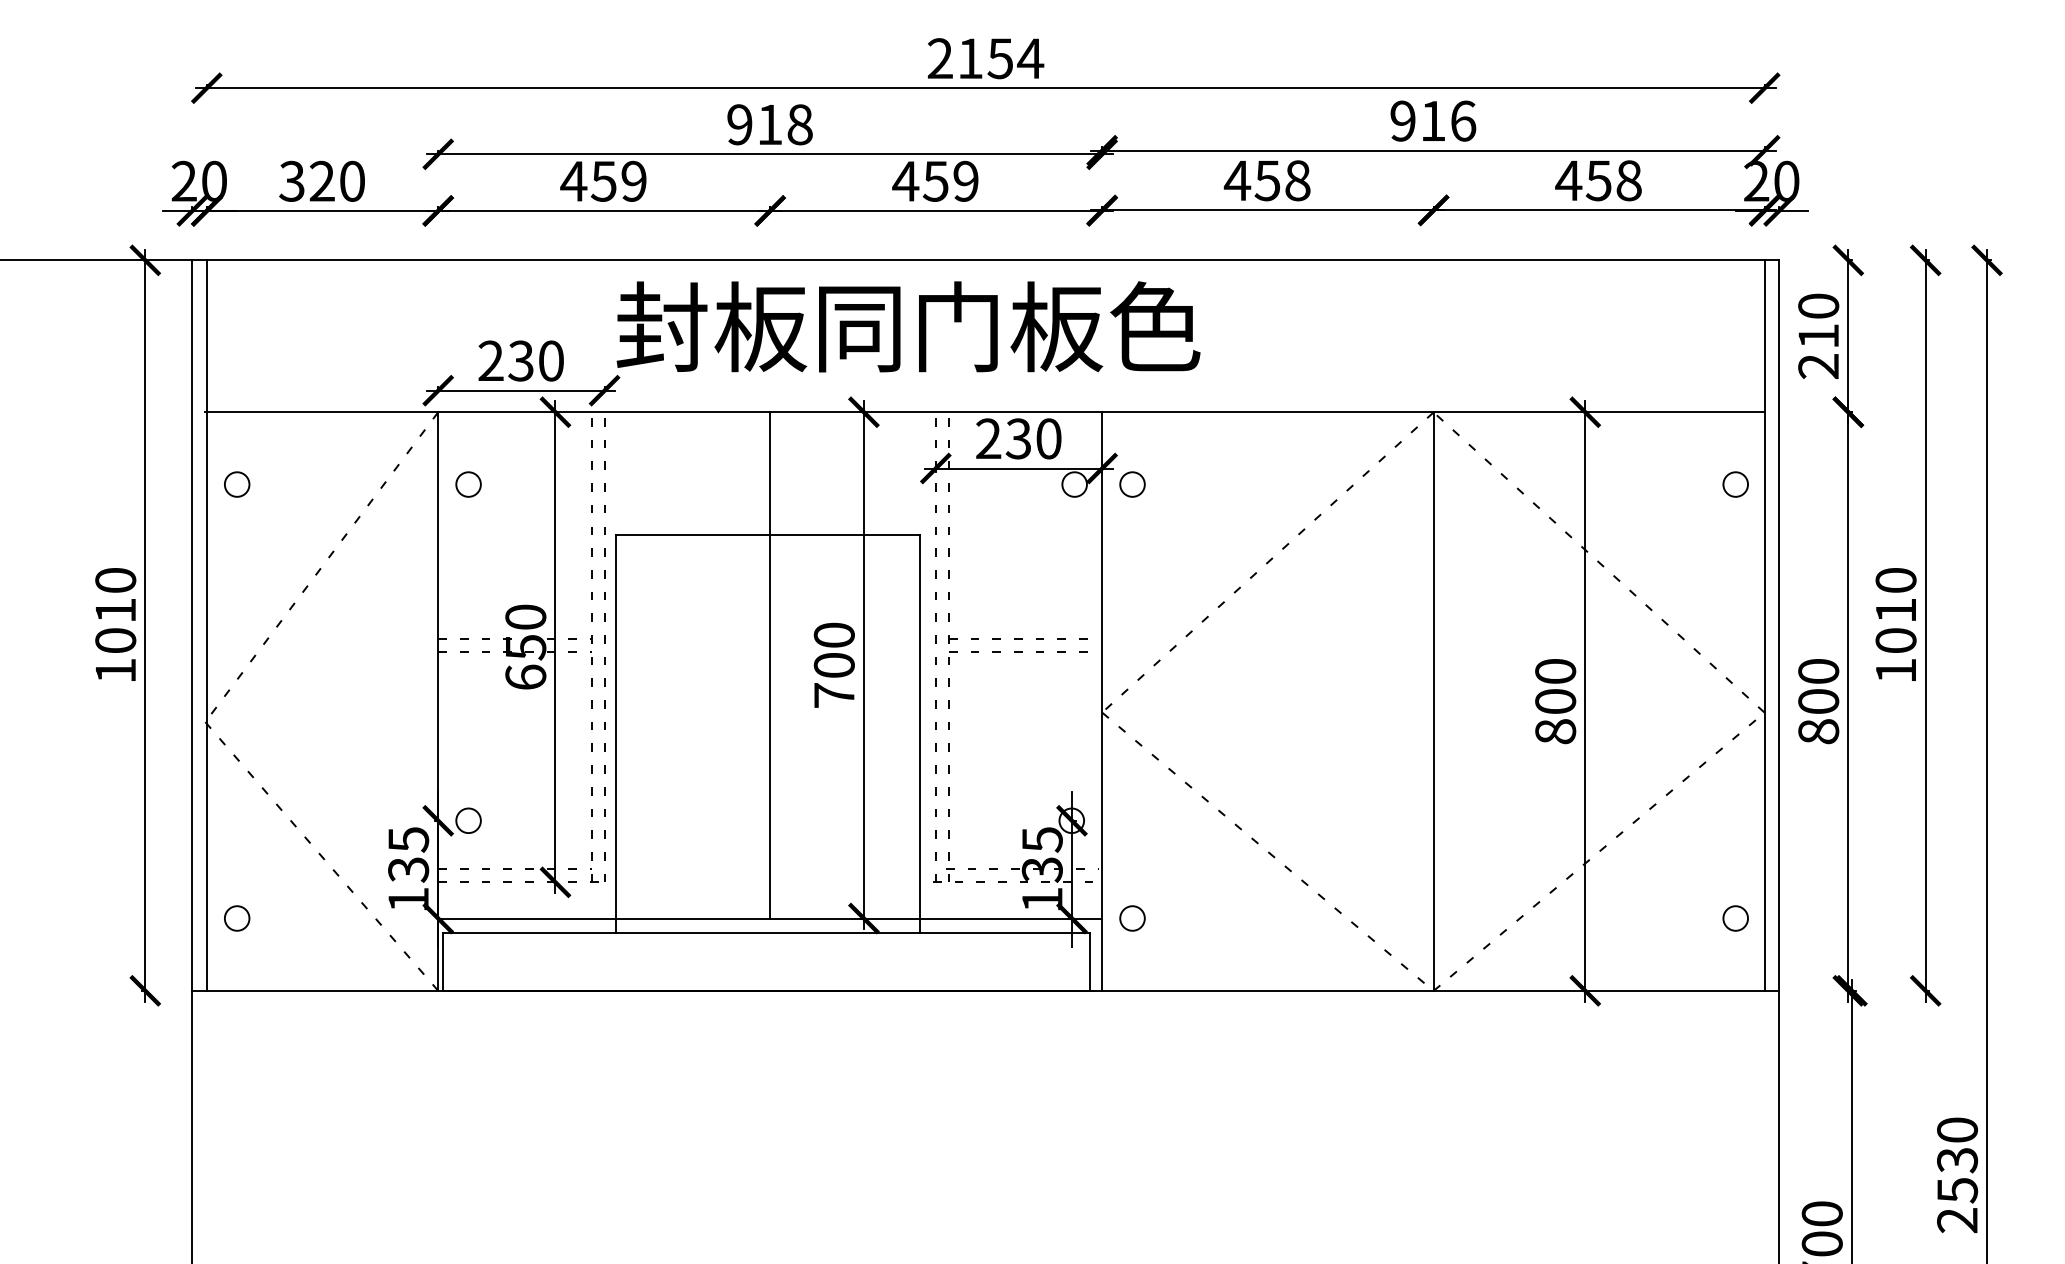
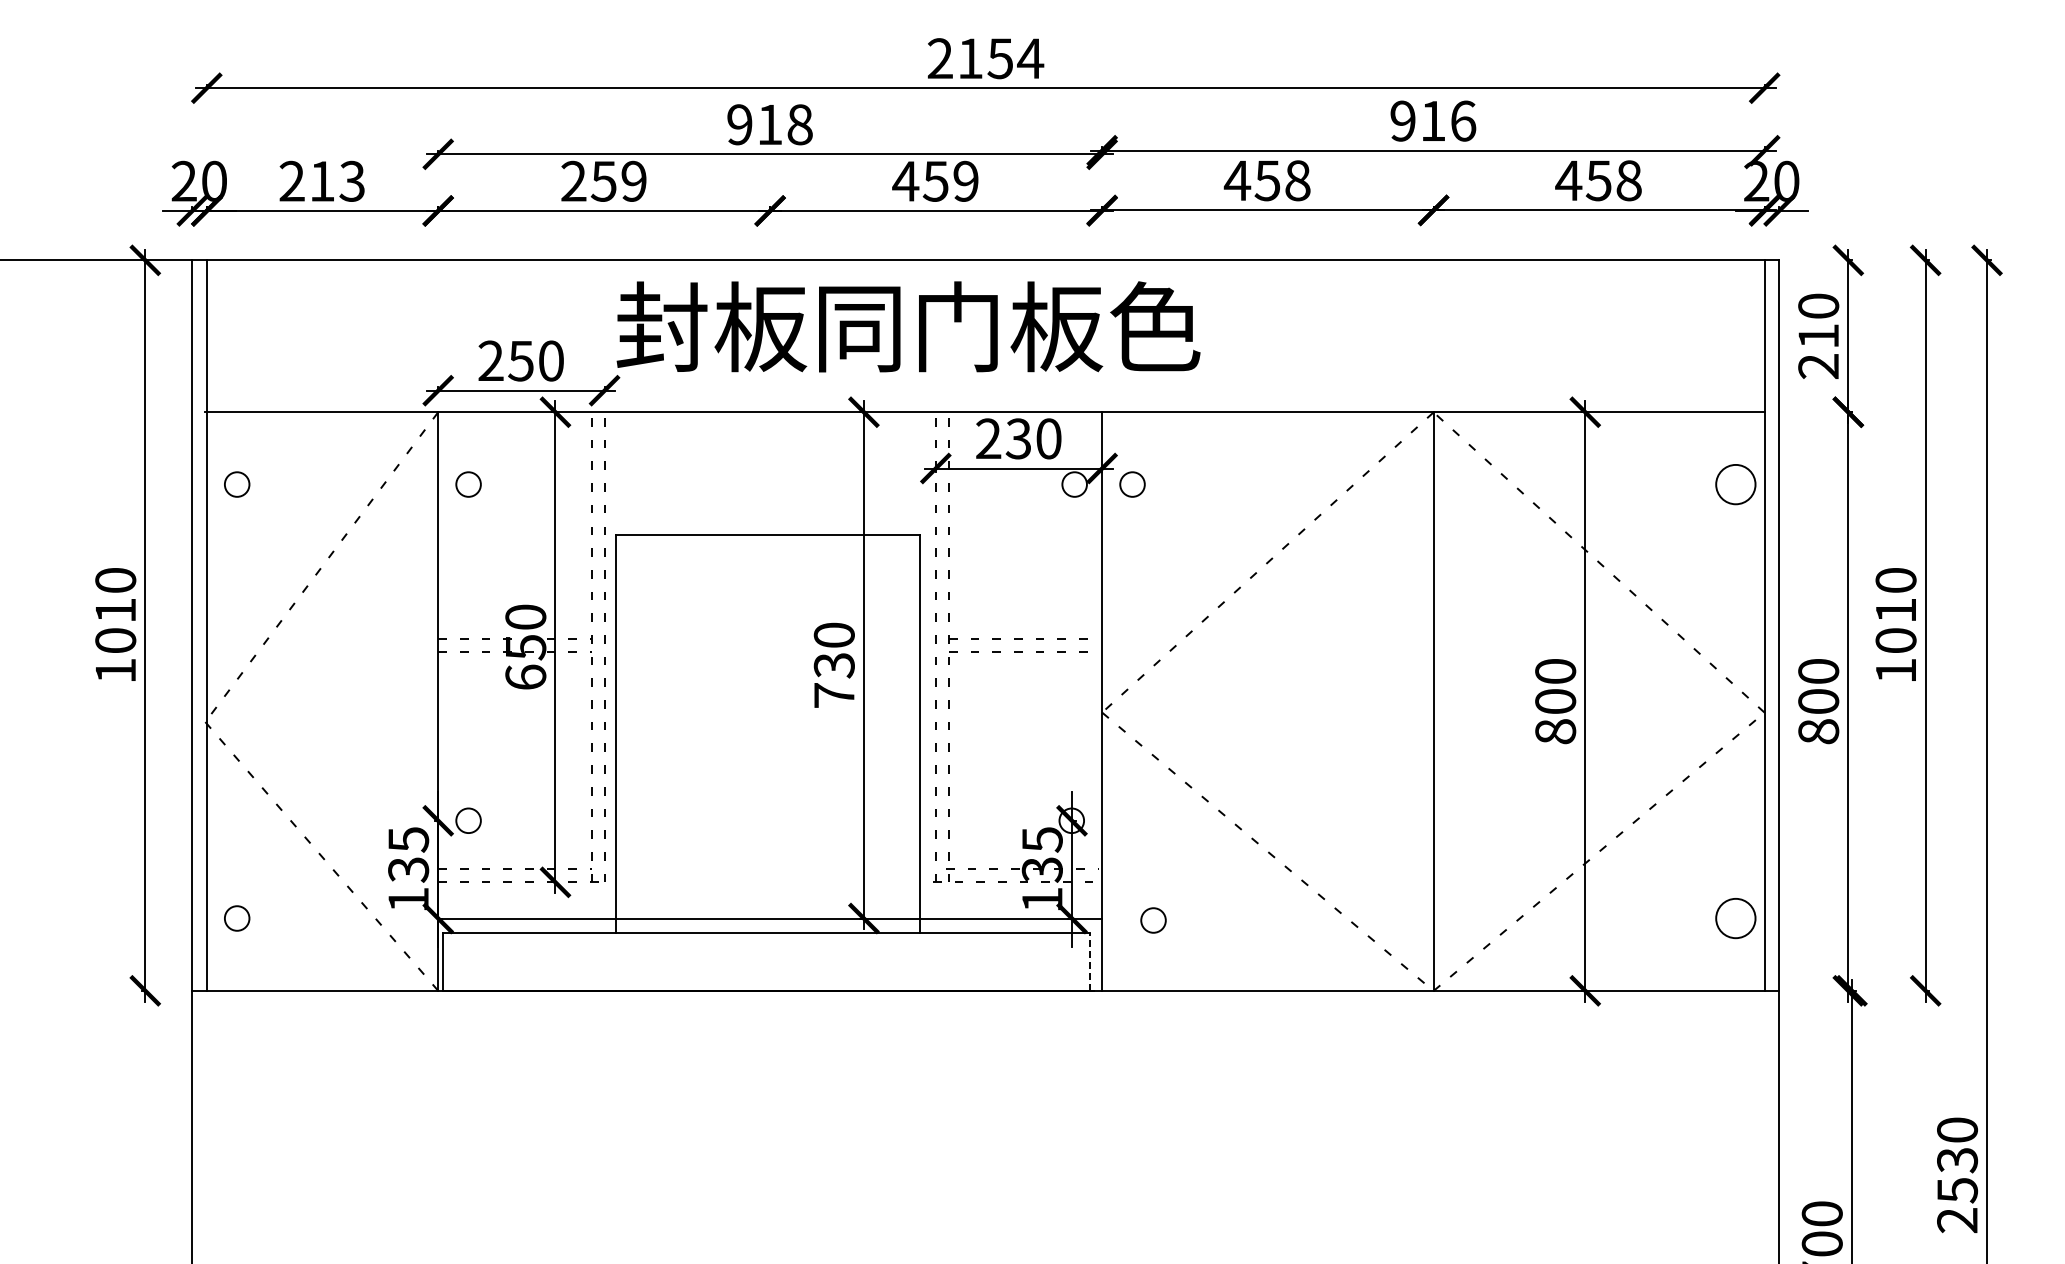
text at (321, 180): 320 -> 213
text at (573, 180): 459 -> 259
text at (520, 360): 230 -> 250
circle at (1735, 484) size: 27x27 px -> 42x42 px
line at (770, 665): present -> none
text at (833, 665): 700 -> 730
circle at (1132, 918) position: (1132, 918) -> (1153, 920)
circle at (1735, 918) size: 27x27 px -> 42x42 px
line at (1090, 961): solid -> dashed
